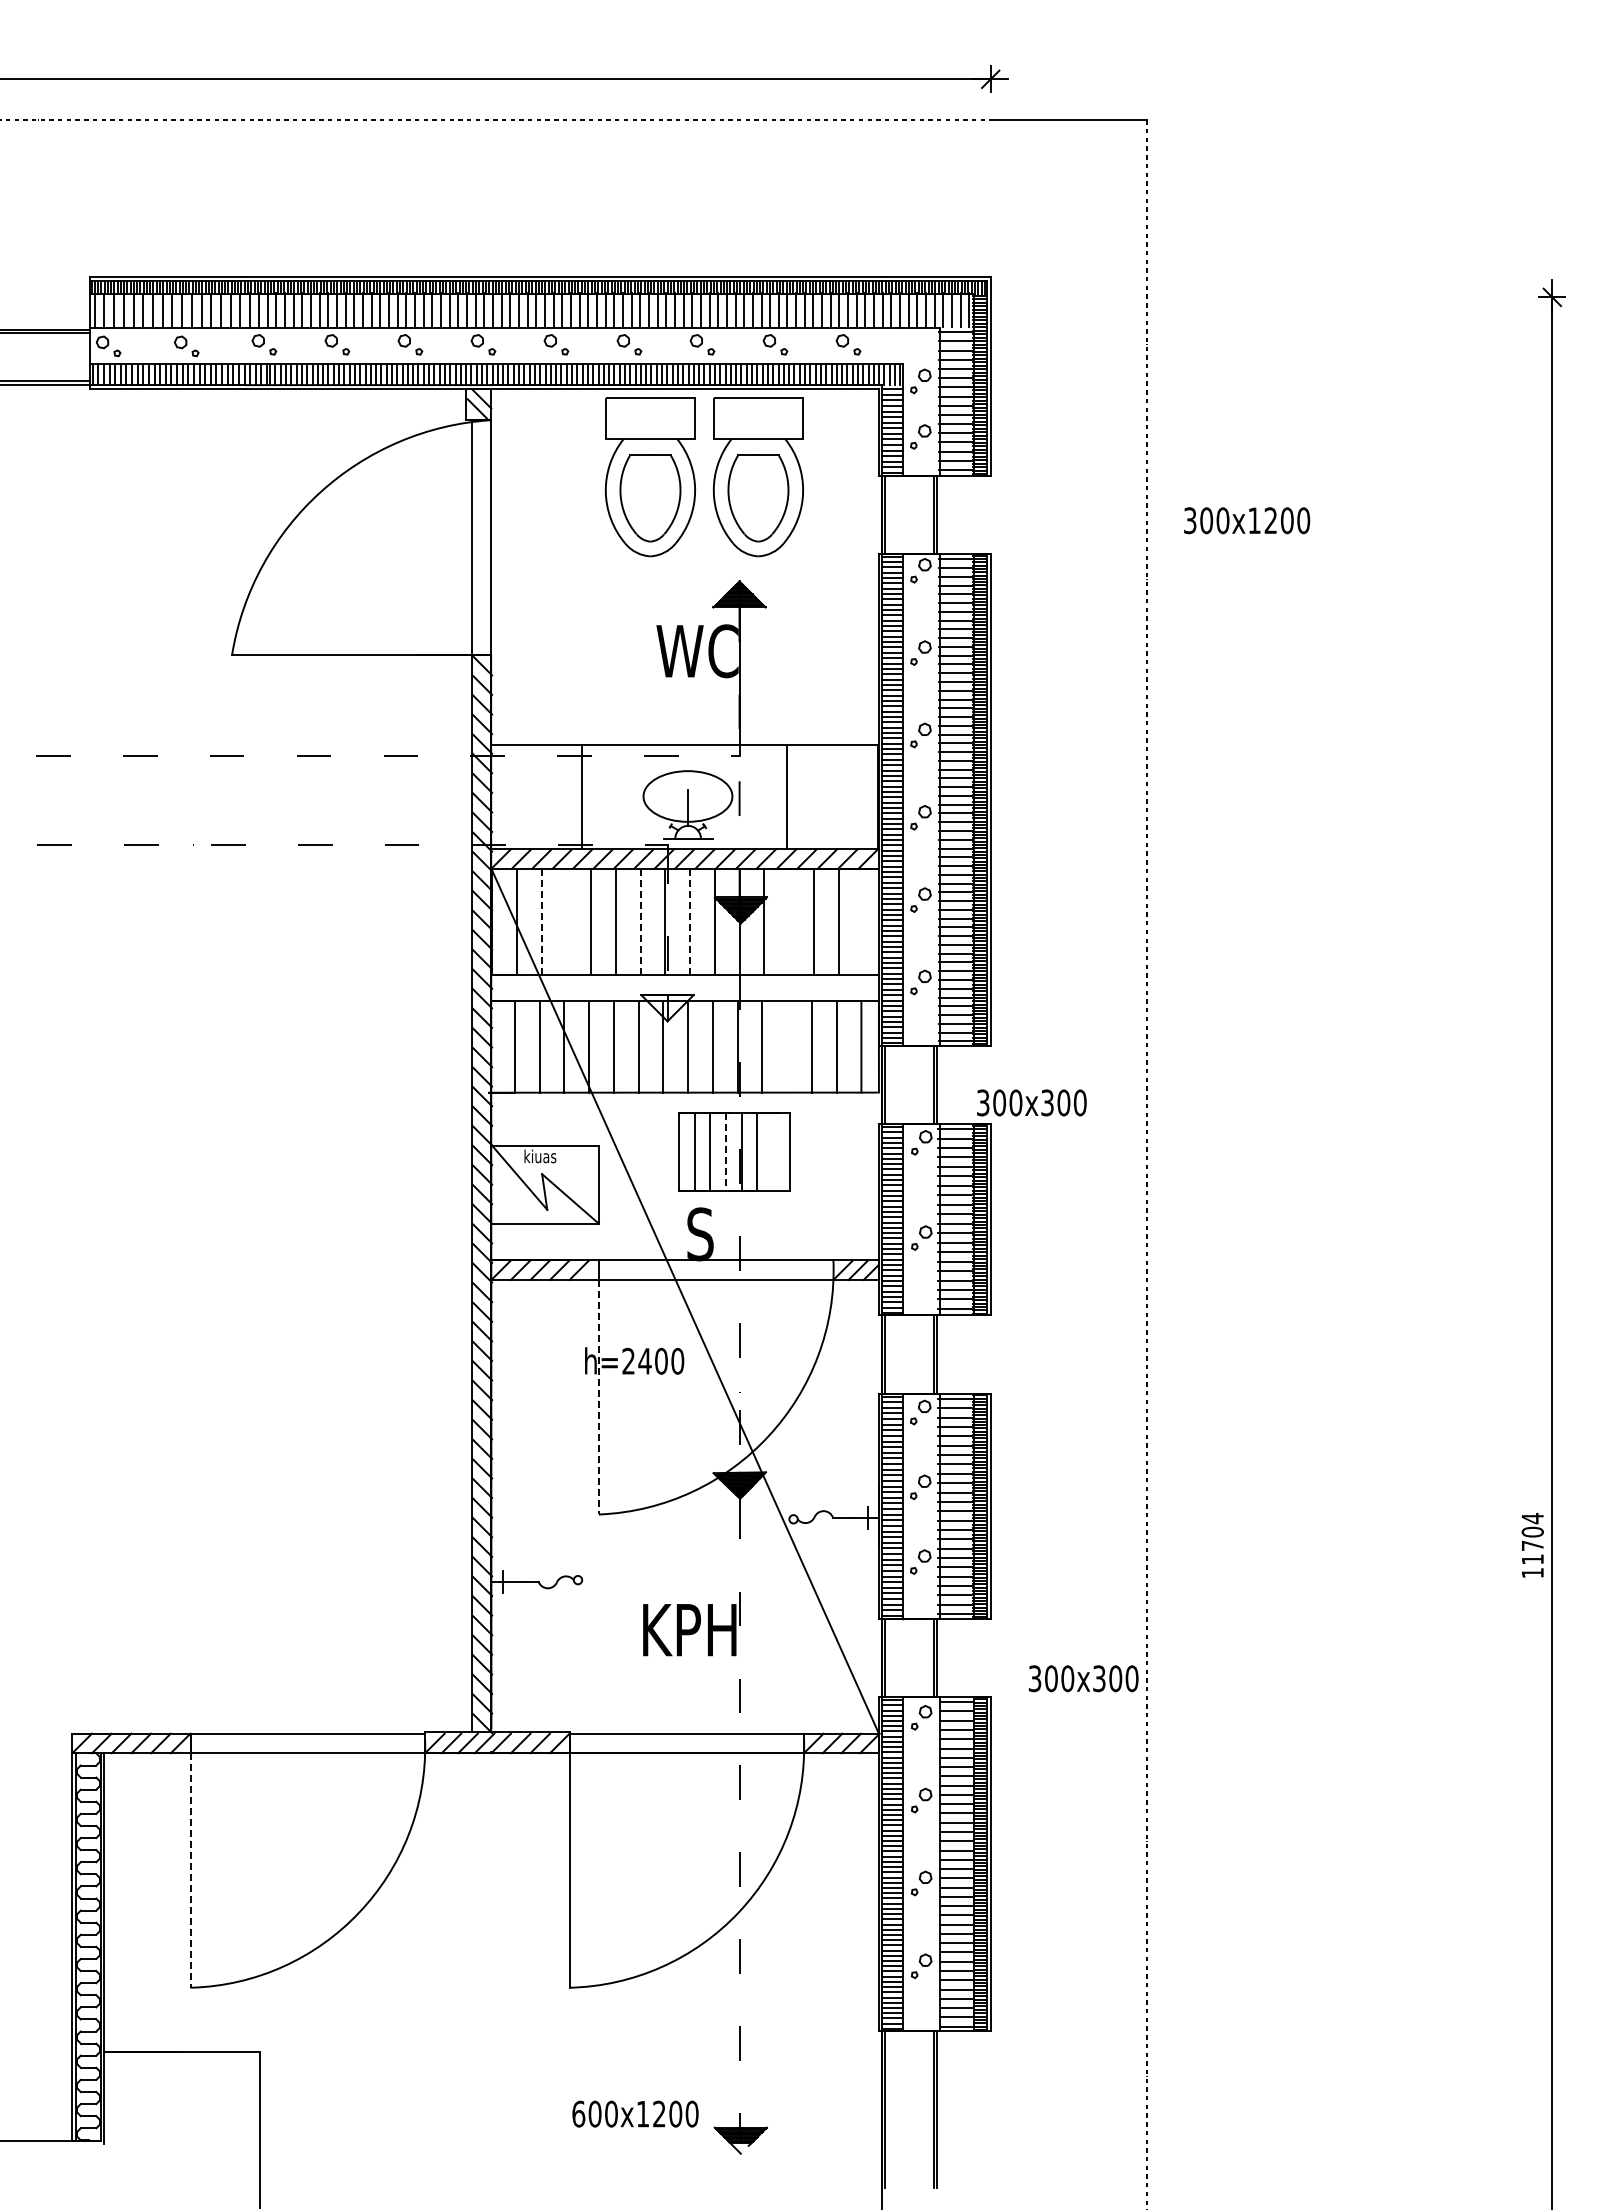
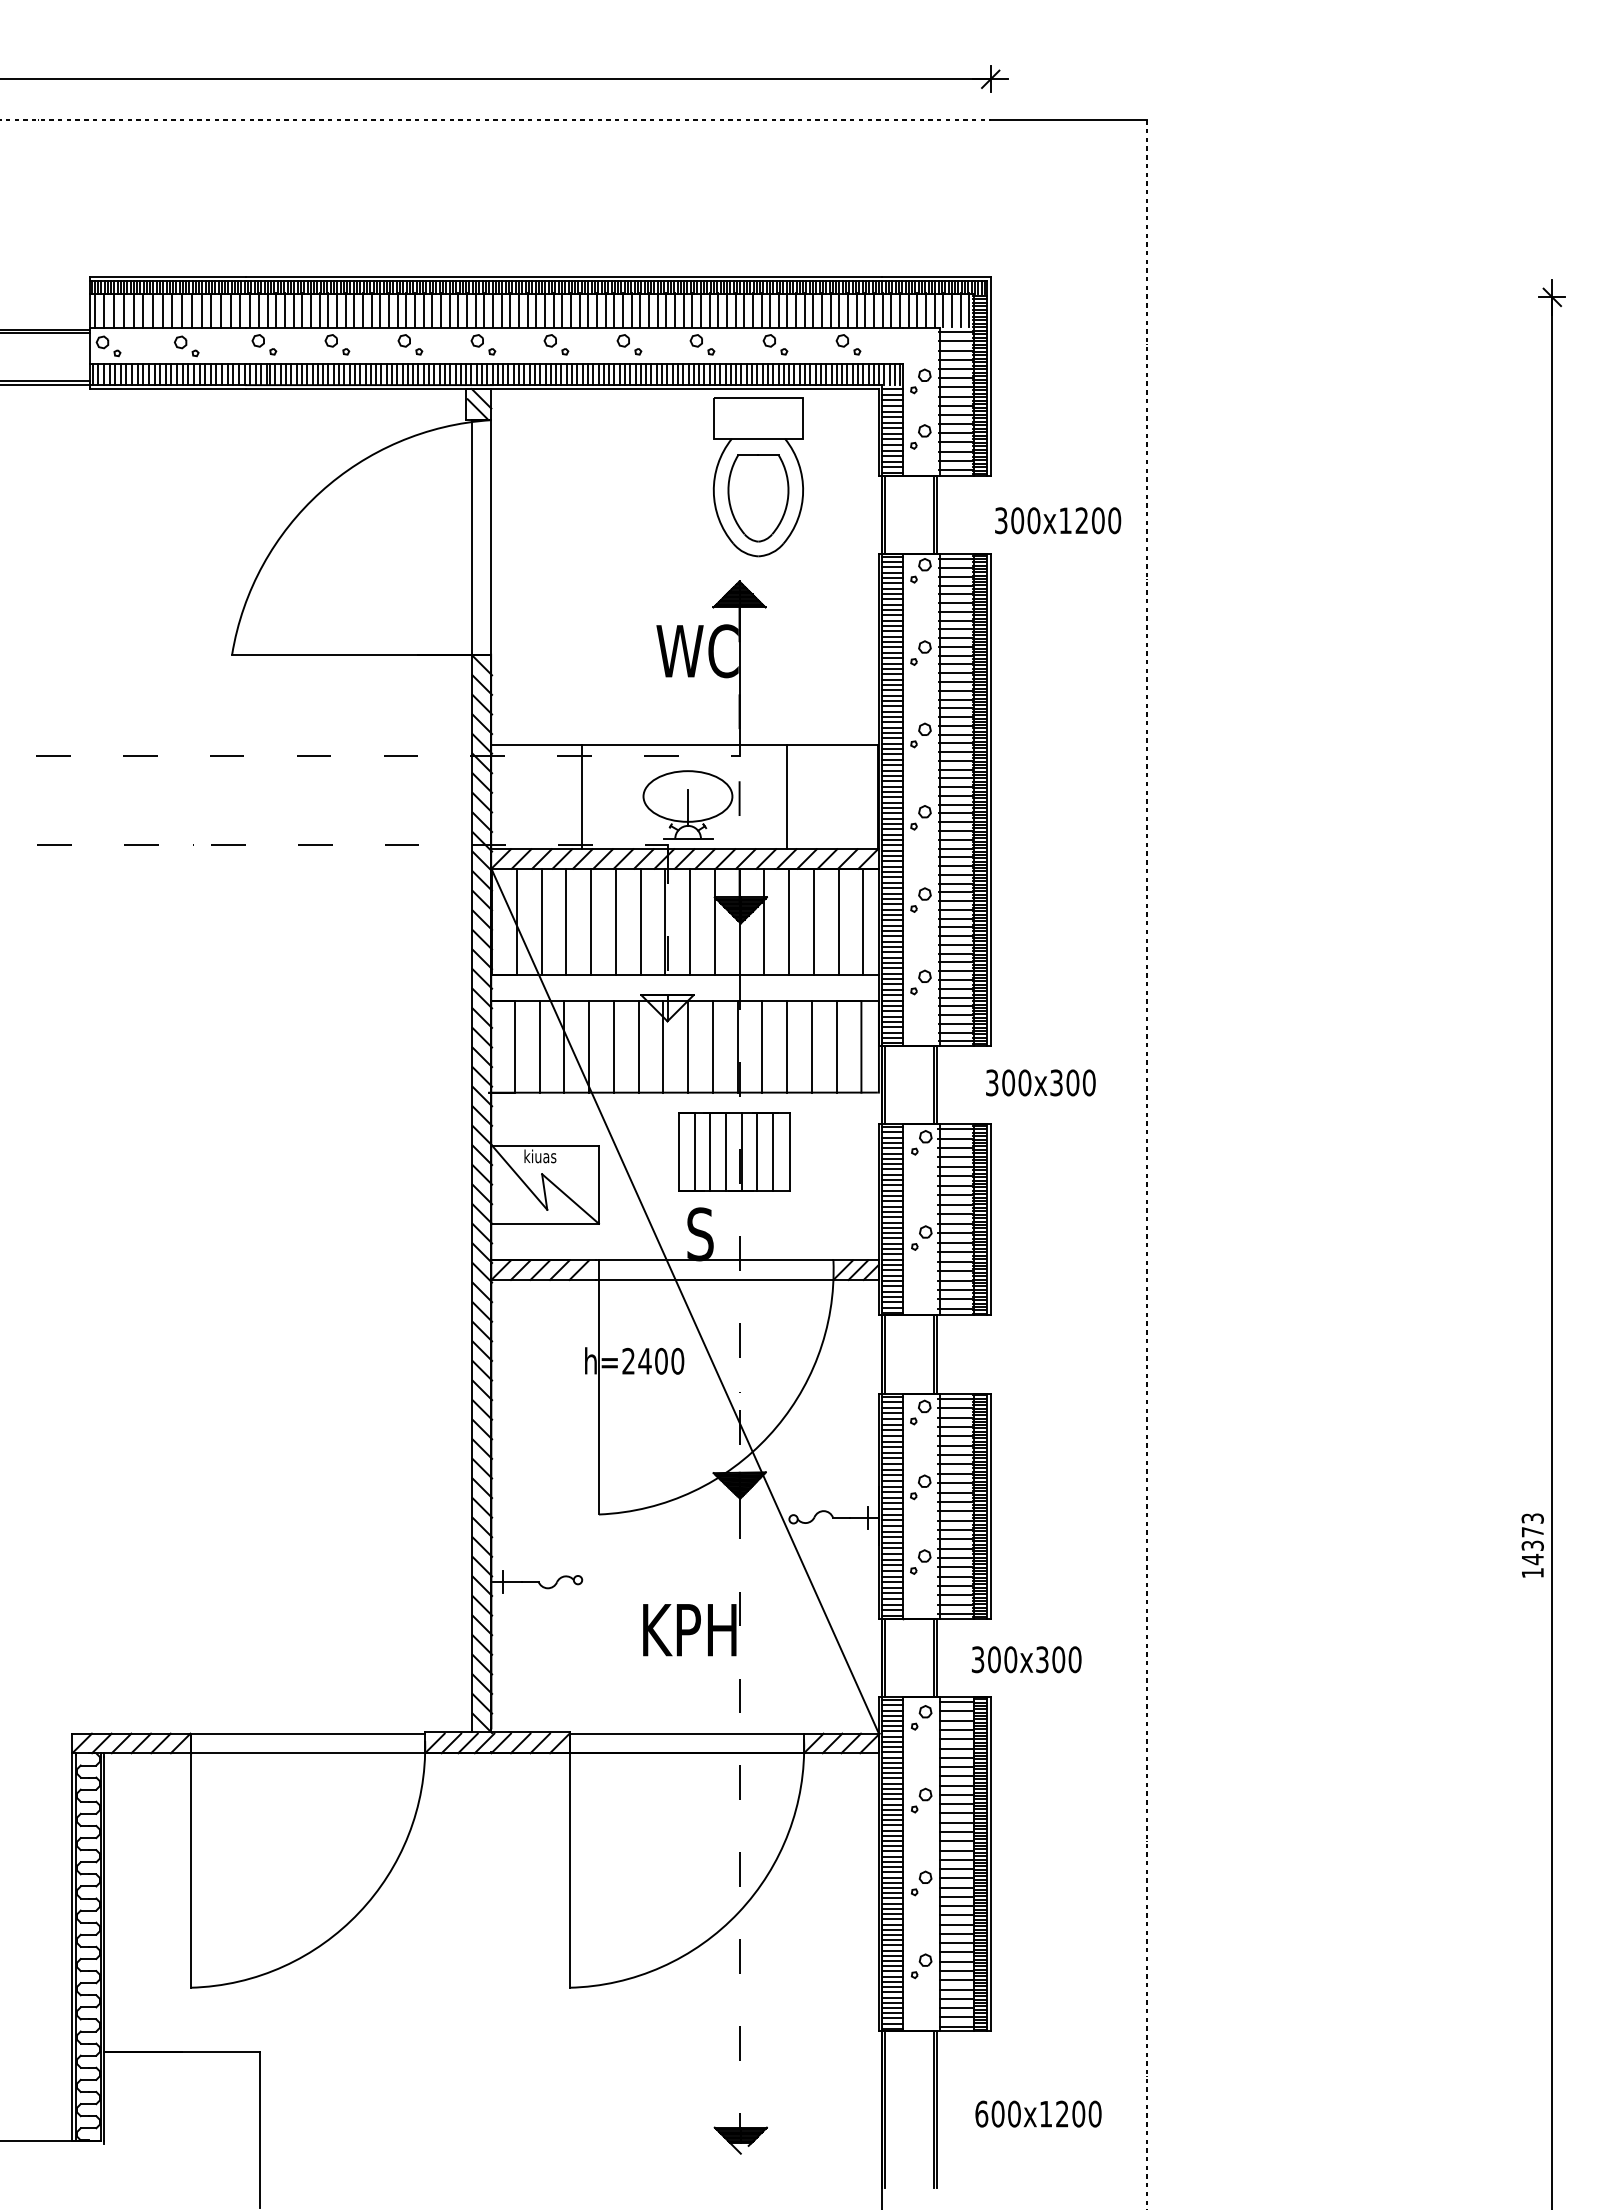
part at (649, 477): present -> none
text at (1247, 520) position: (1247, 520) -> (1058, 520)
line at (541, 921): dashed -> solid
line at (566, 921): none -> present
line at (640, 921): dashed -> solid
line at (690, 921): dashed -> solid
line at (789, 921): none -> present
line at (863, 921): none -> present
line at (787, 1046): none -> present
text at (1031, 1102) position: (1031, 1102) -> (1040, 1082)
line at (726, 1152): dashed -> solid
line at (773, 1152): none -> present
line at (598, 1397): dashed -> solid
text at (1532, 1539): 11704 -> 14373
text at (1083, 1678) position: (1083, 1678) -> (1026, 1659)
line at (190, 1870): dashed -> solid
text at (635, 2113) position: (635, 2113) -> (1038, 2113)
